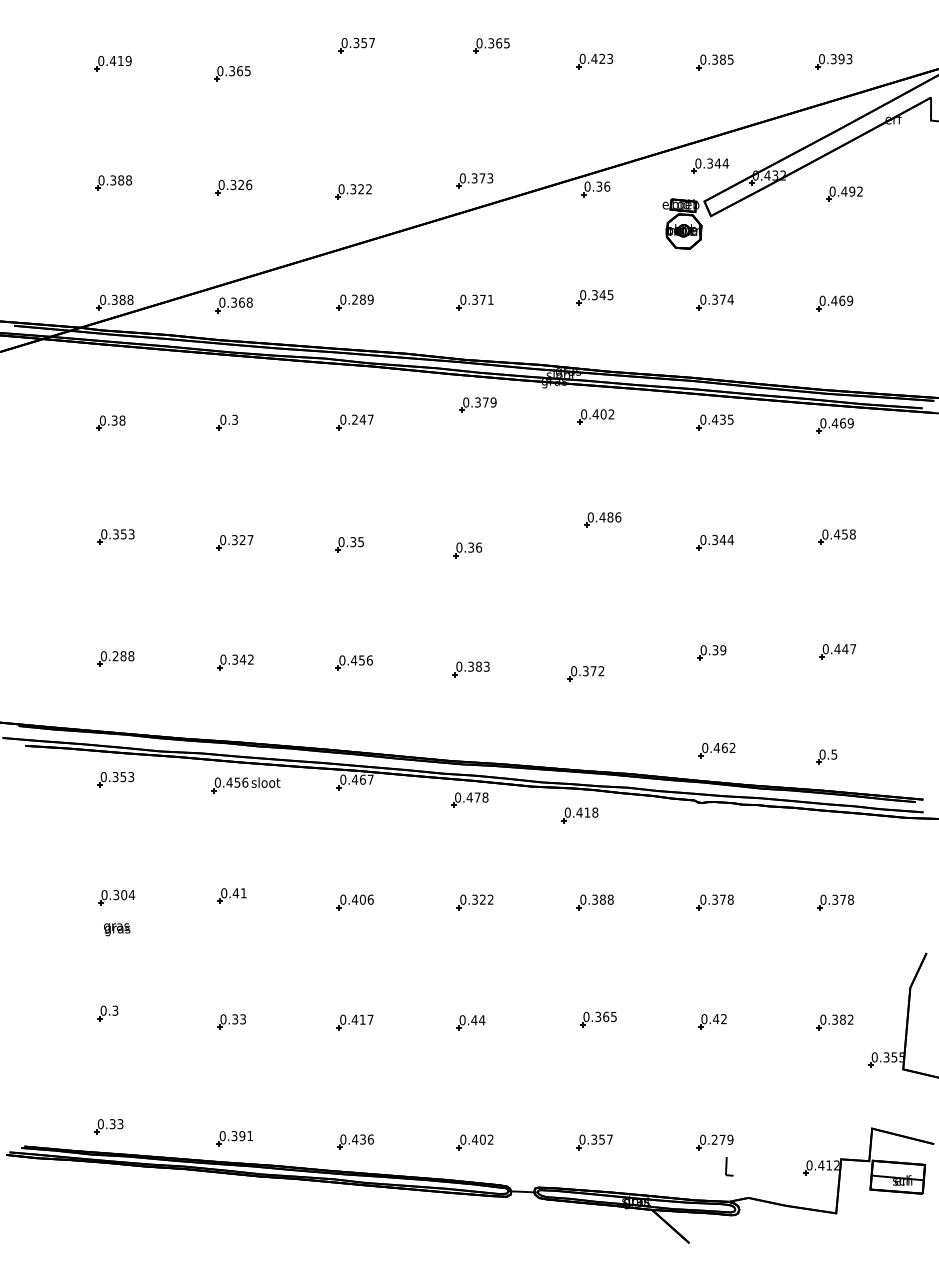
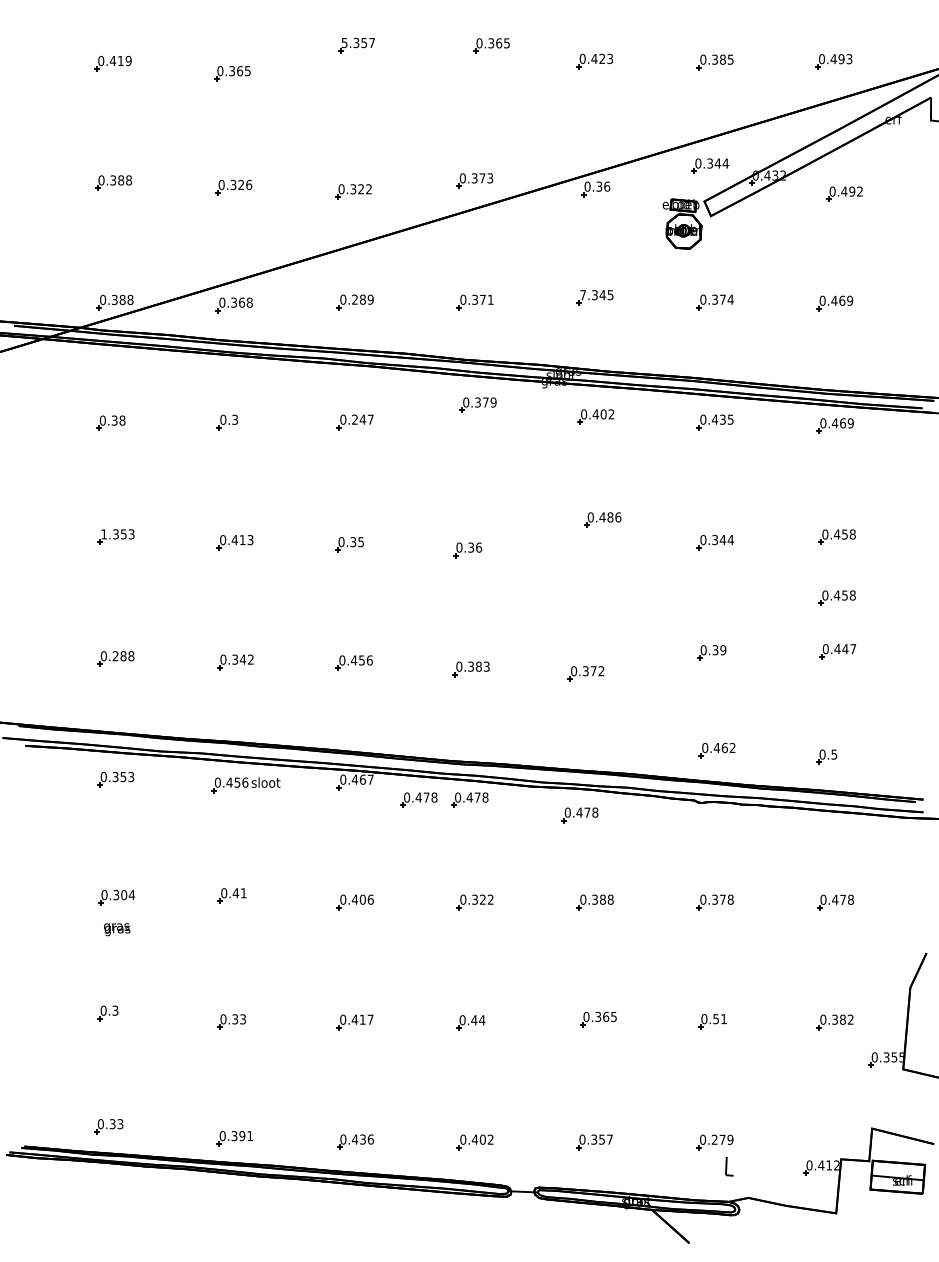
text at (344, 42): 0.357 -> 5.357
text at (833, 59): 0.393 -> 0.493
text at (583, 295): 0.345 -> 7.345
text at (104, 534): 0.353 -> 1.353
text at (242, 540): 0.327 -> 0.413
part at (836, 597): none -> present
part at (418, 799): none -> present
text at (587, 812): 0.418 -> 0.478
text at (835, 899): 0.378 -> 0.478
text at (719, 1019): 0.42 -> 0.51
